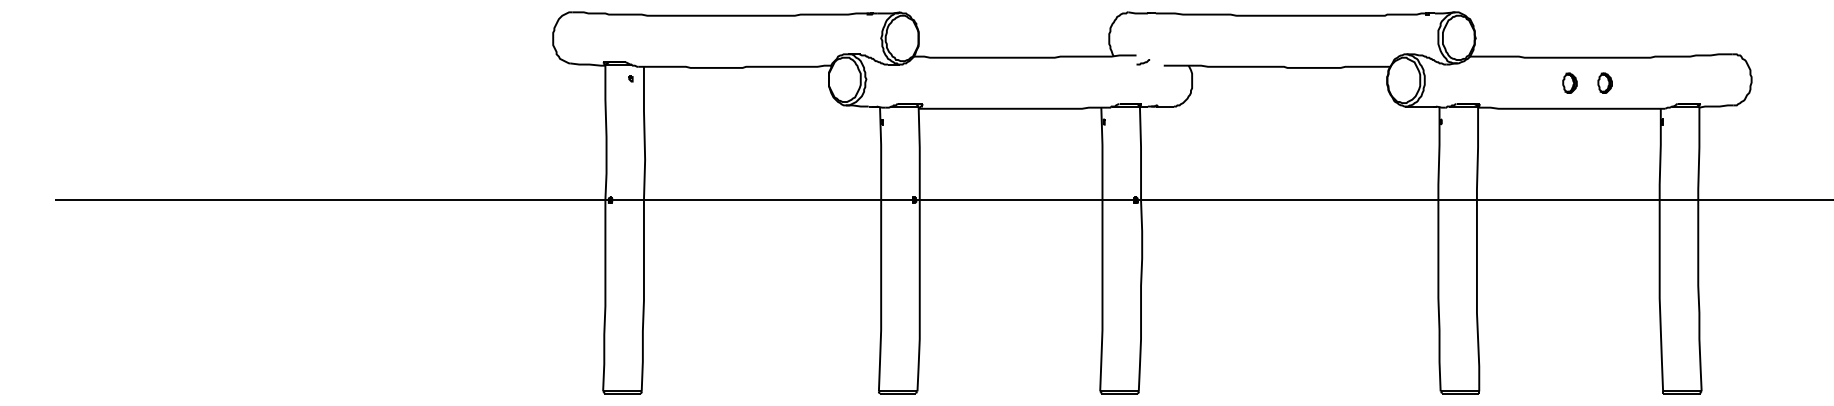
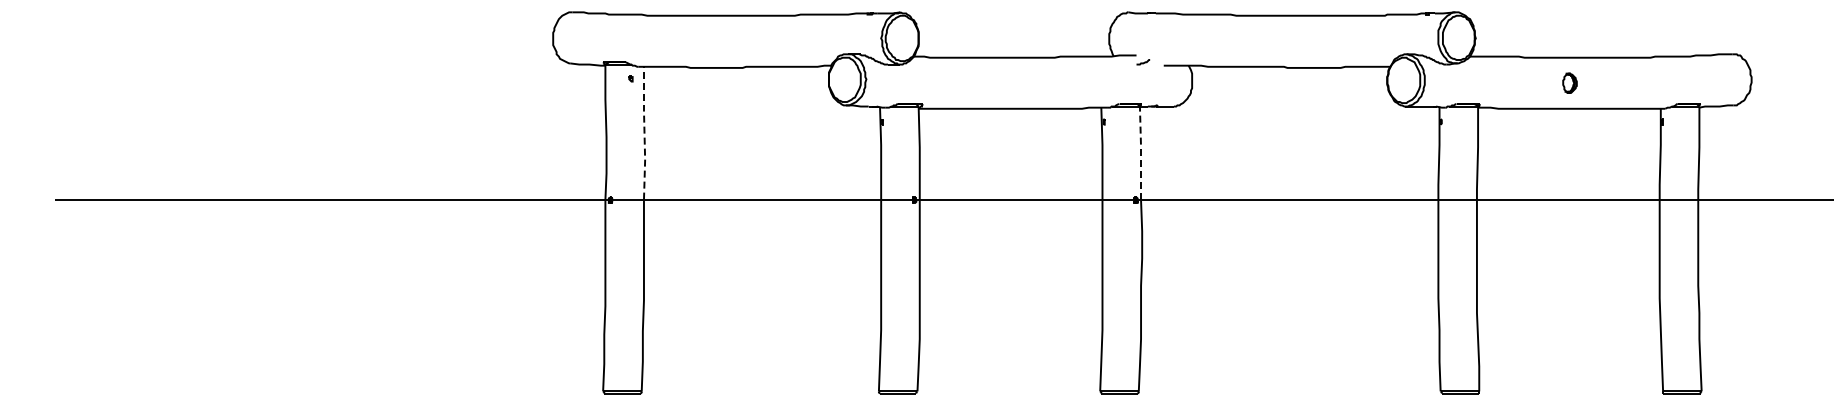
part at (1604, 82): present -> none
line at (644, 132): solid -> dashed
line at (1141, 153): solid -> dashed
